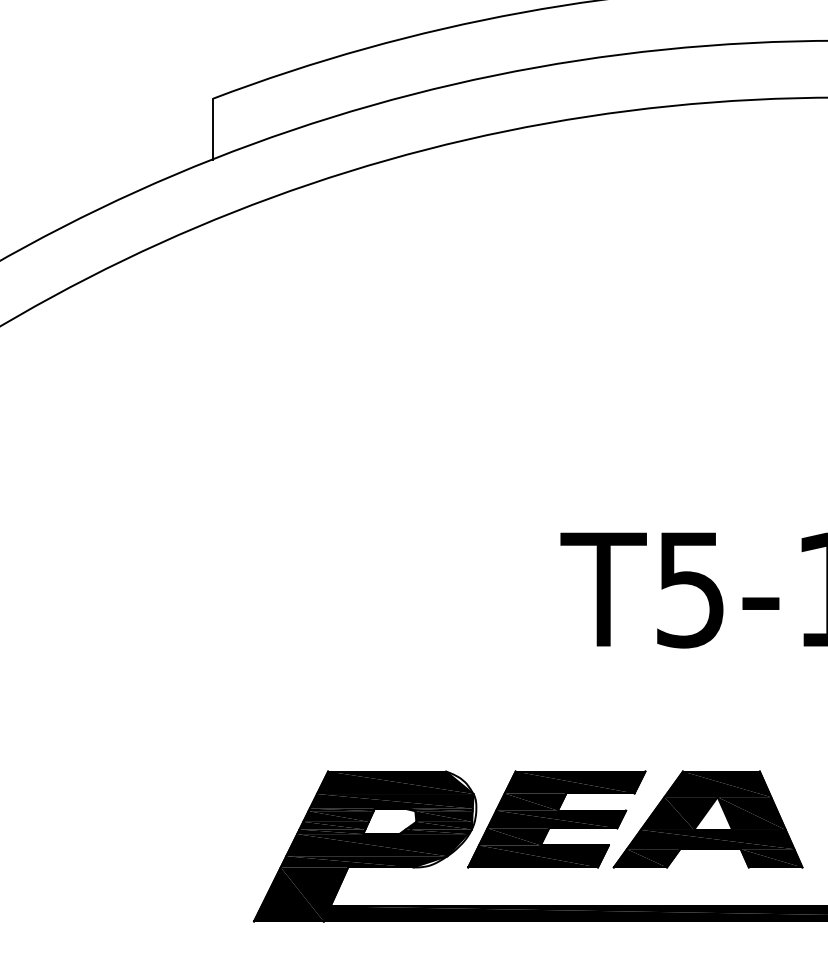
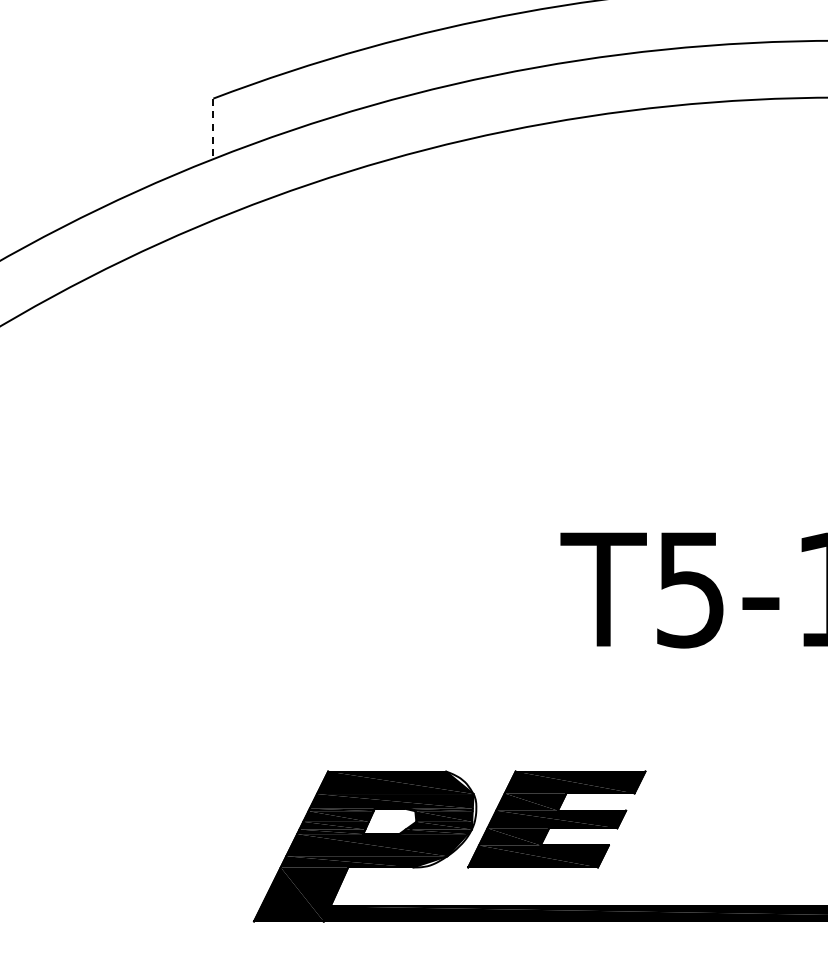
line at (213, 129): solid -> dashed
part at (707, 819): present -> none
